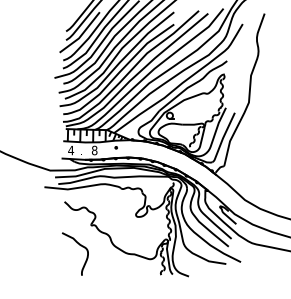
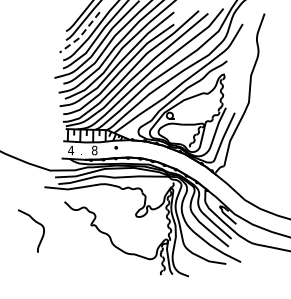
line at (81, 35): solid -> dashed
curve at (80, 246) position: (80, 246) -> (36, 223)
